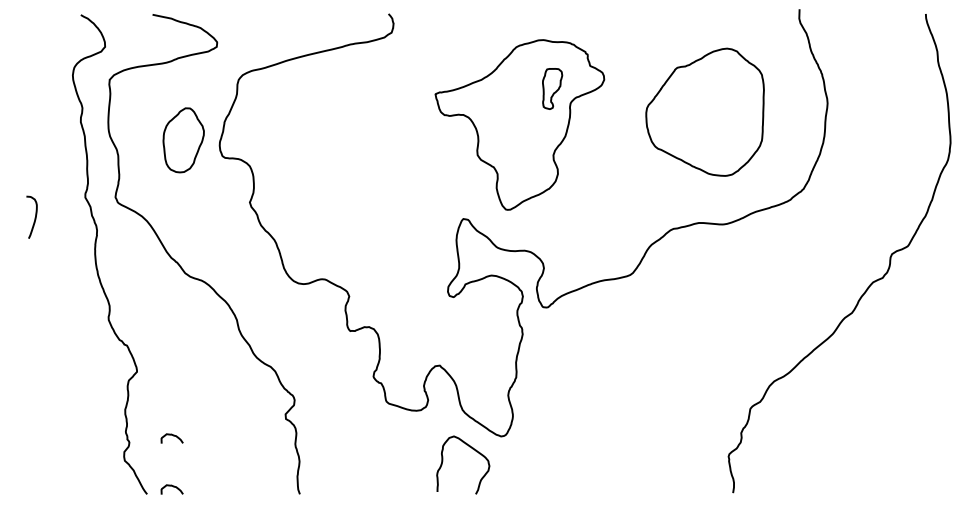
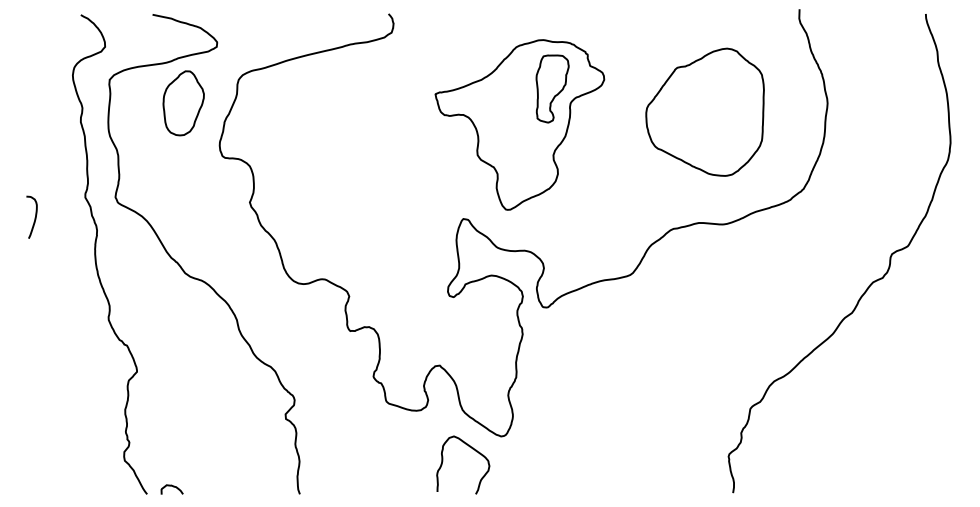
part at (552, 88) size: 22x42 px -> 35x70 px
part at (183, 140) position: (183, 140) -> (183, 103)
curve at (173, 436): present -> none
